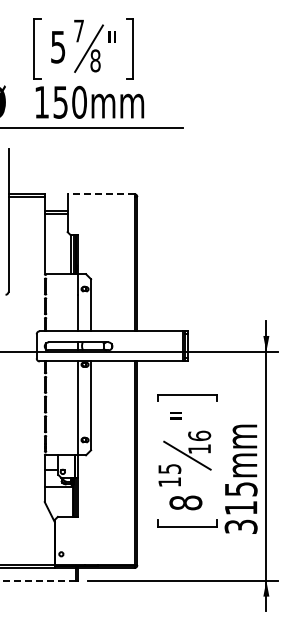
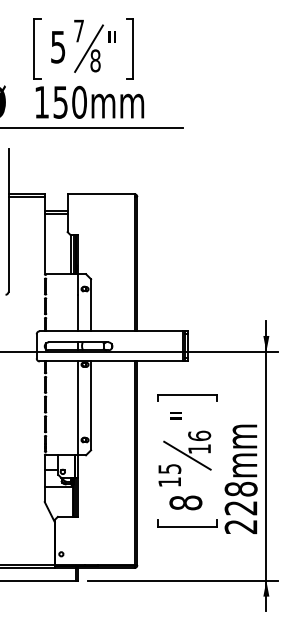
line at (100, 194): dashed -> solid
text at (240, 507): 315mm -> 228mm
line at (38, 580): dashed -> solid
